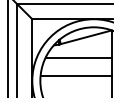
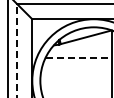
line at (17, 50): solid -> dashed
line at (79, 57): solid -> dashed
line at (75, 76): present -> none
